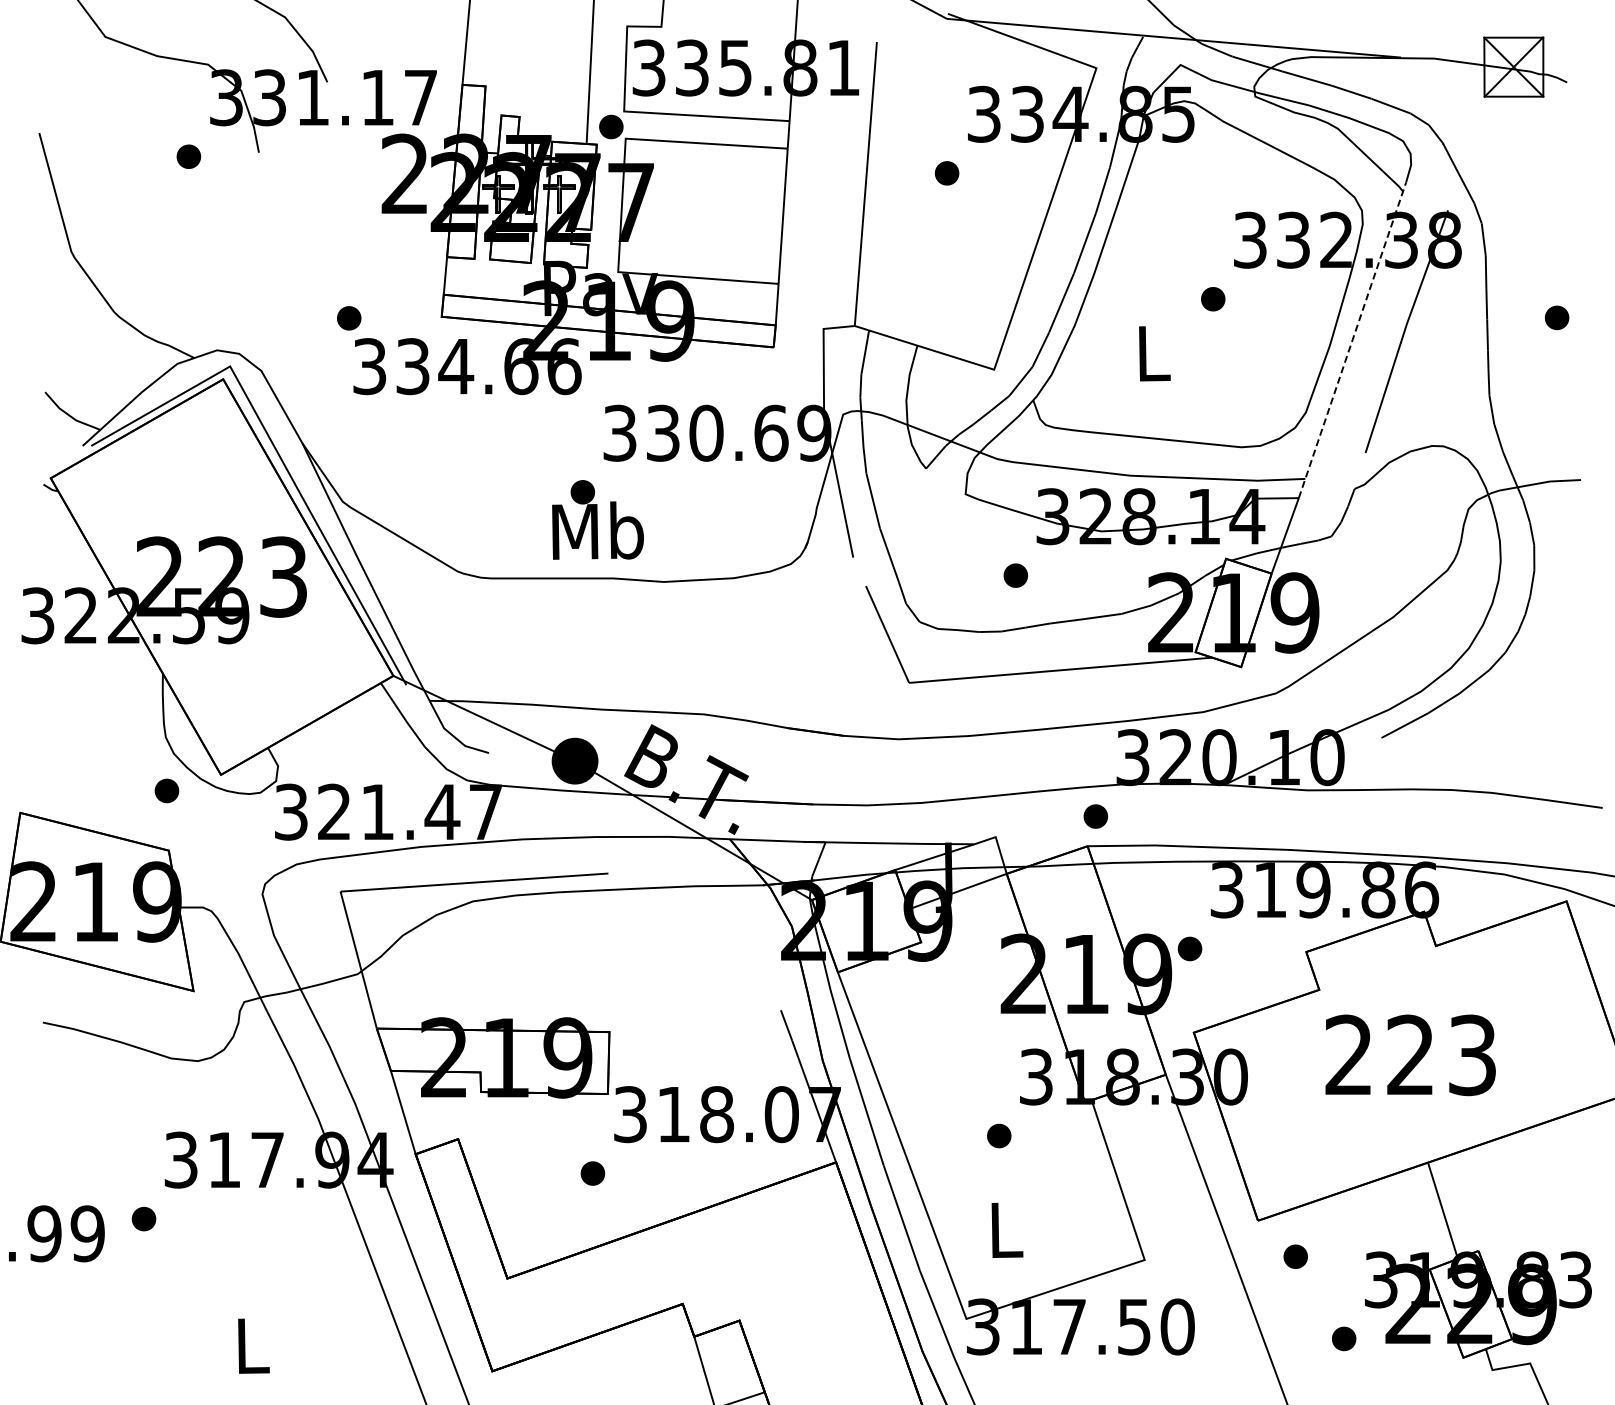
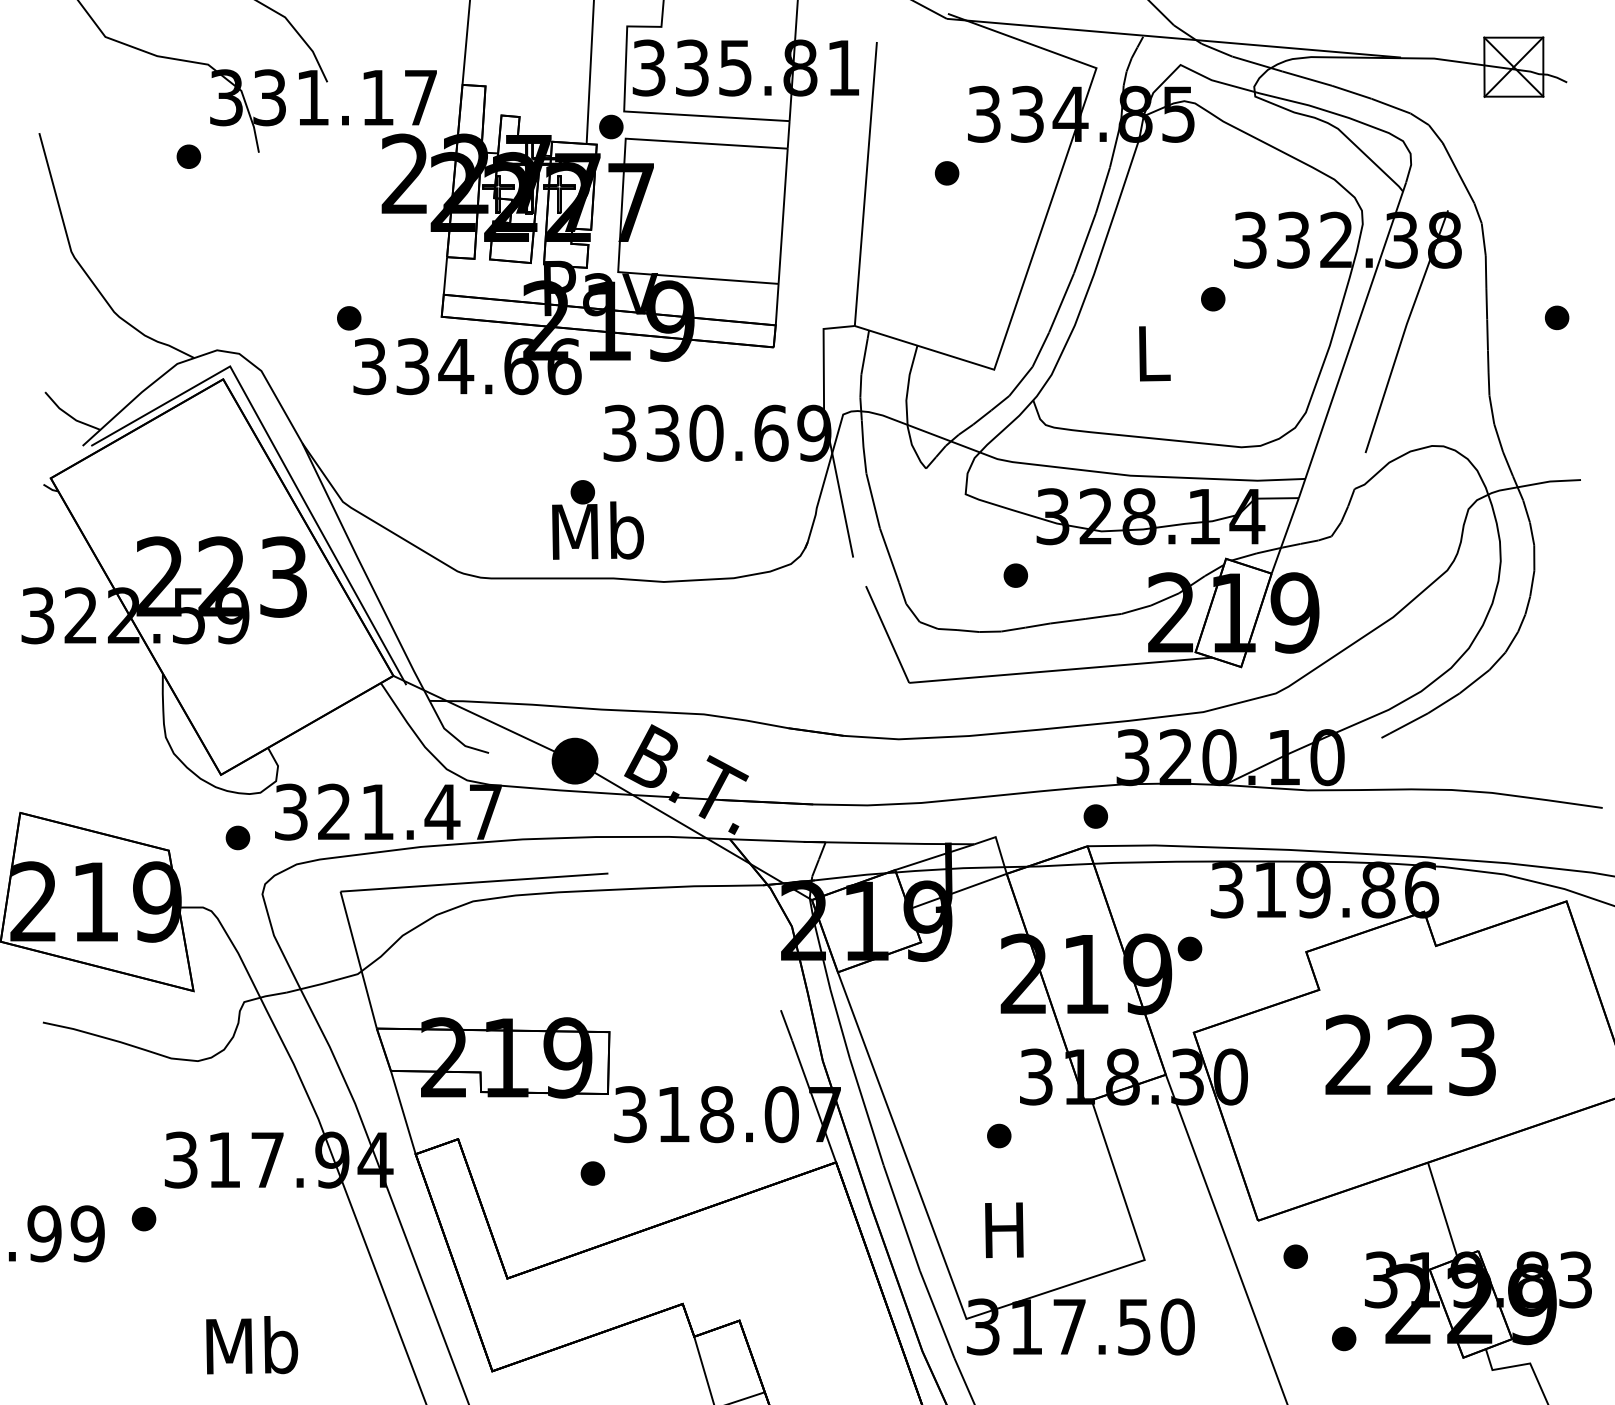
line at (1352, 340): dashed -> solid
part at (166, 790) position: (166, 790) -> (237, 837)
text at (1004, 1230): L -> H
text at (252, 1345): L -> Mb
